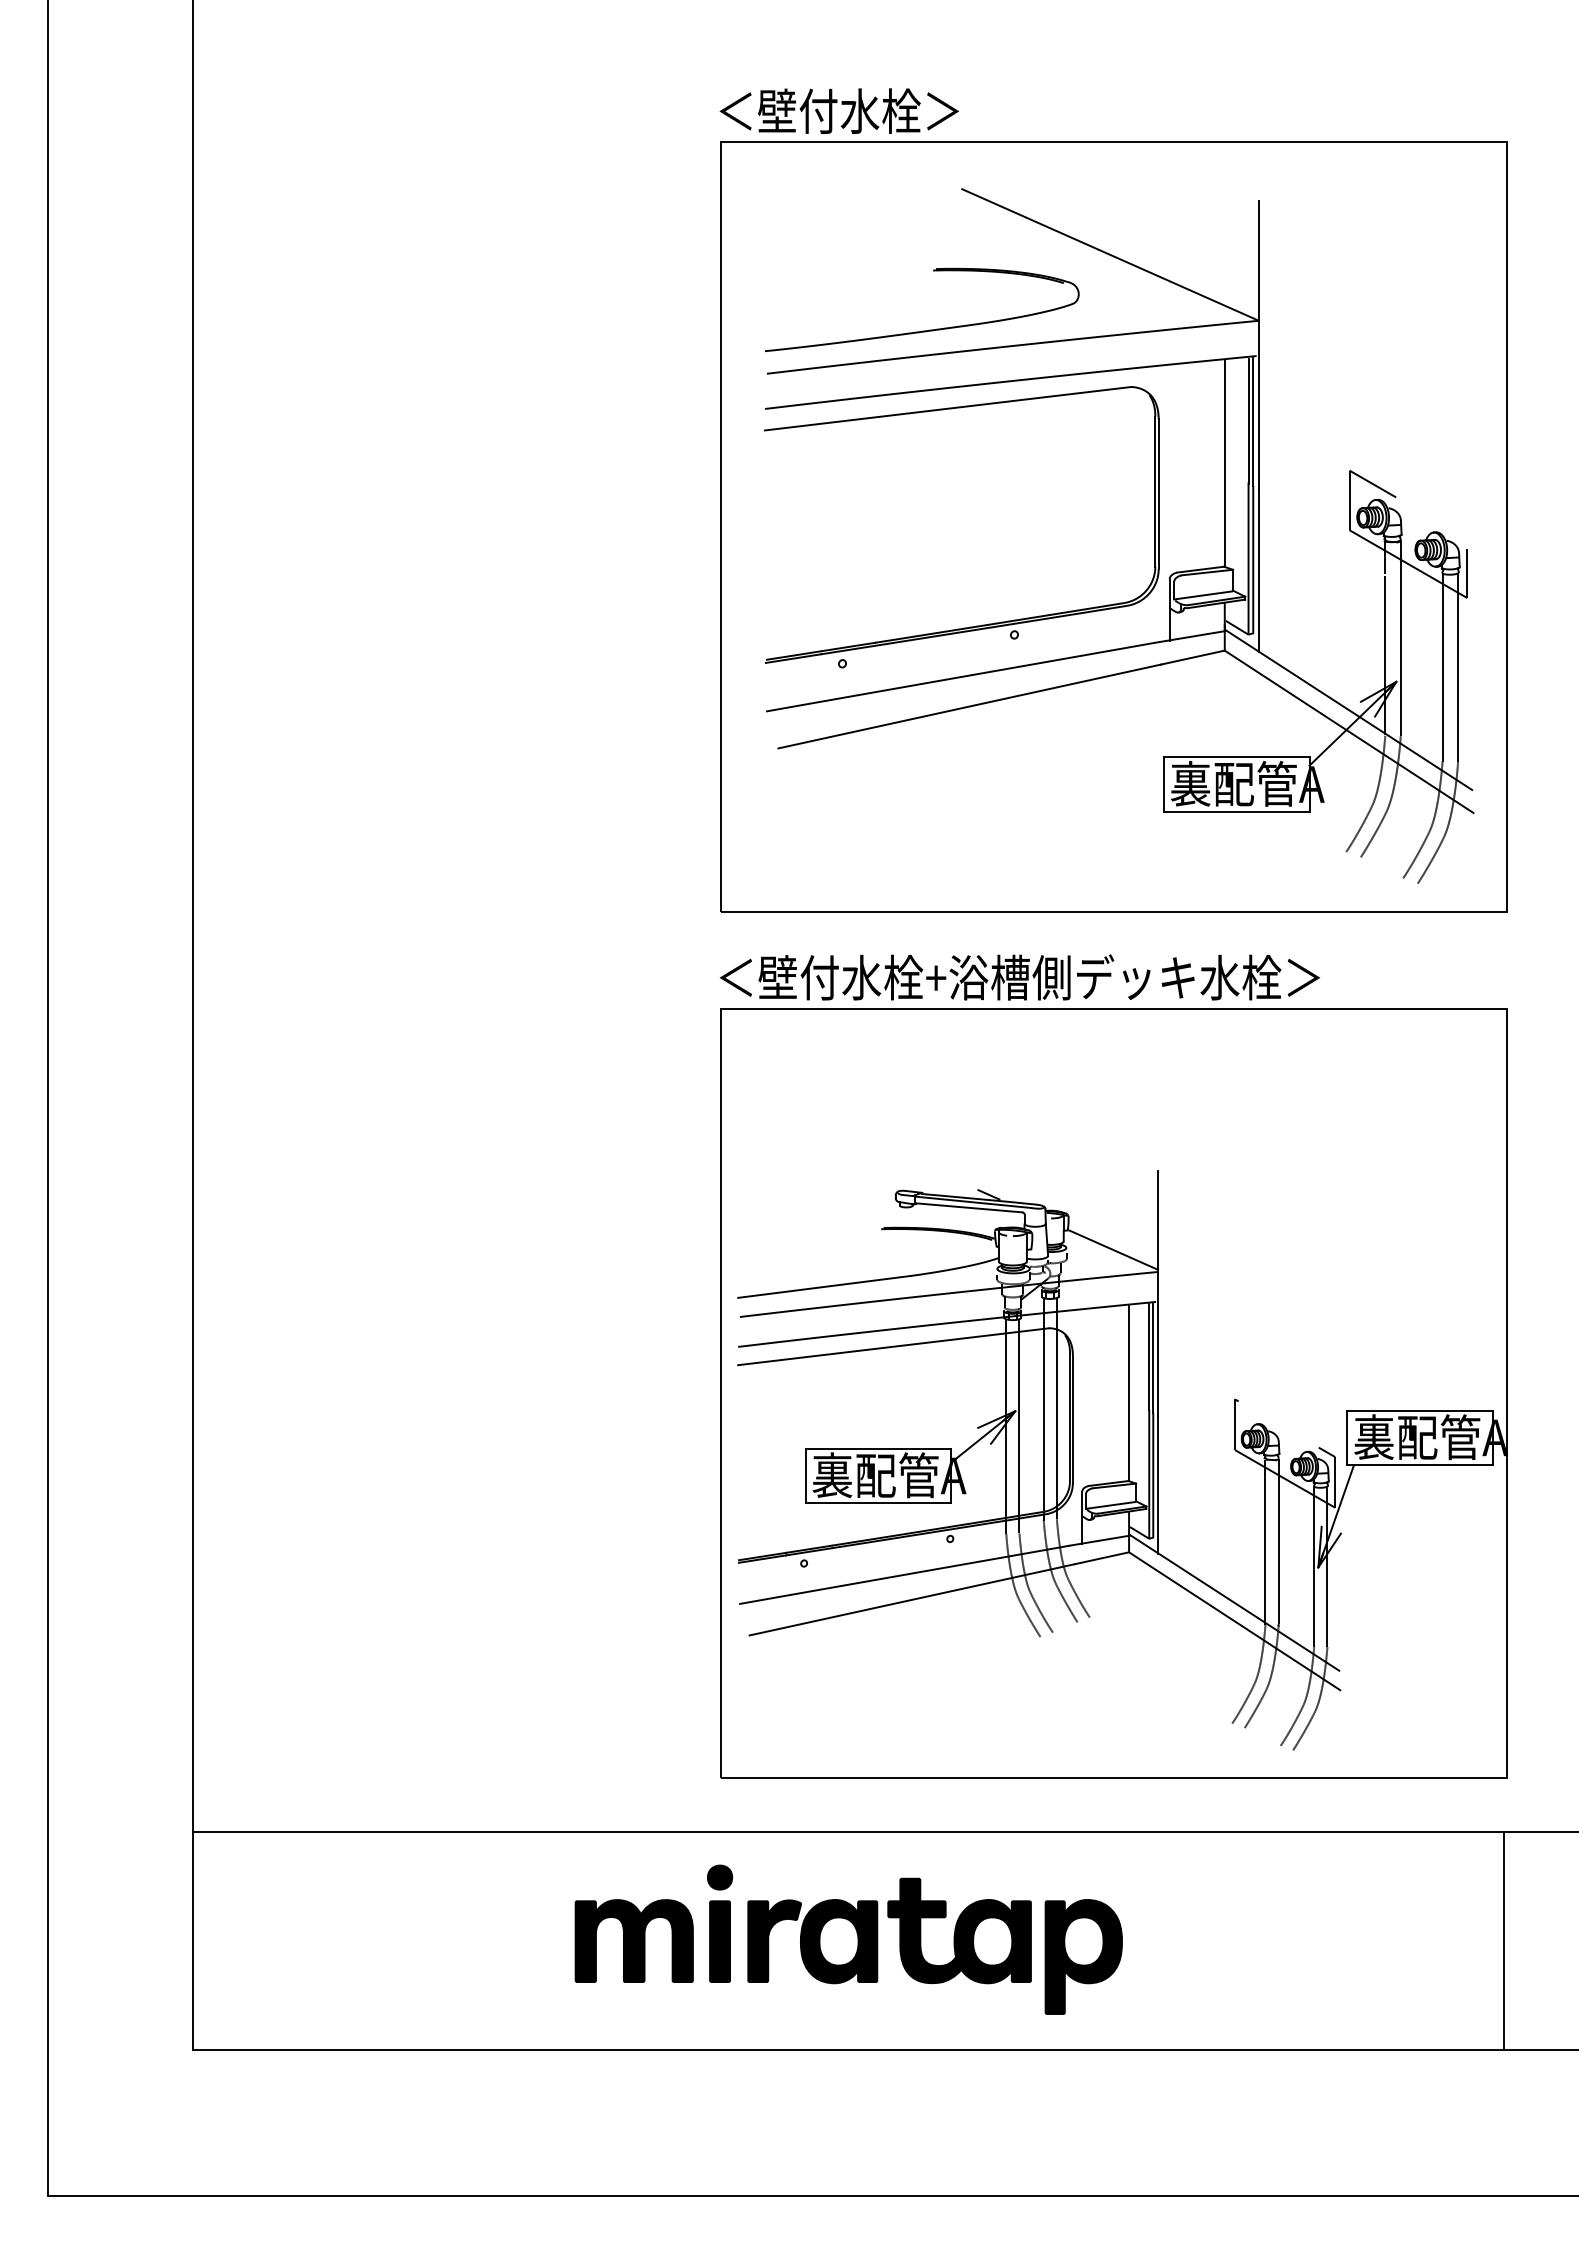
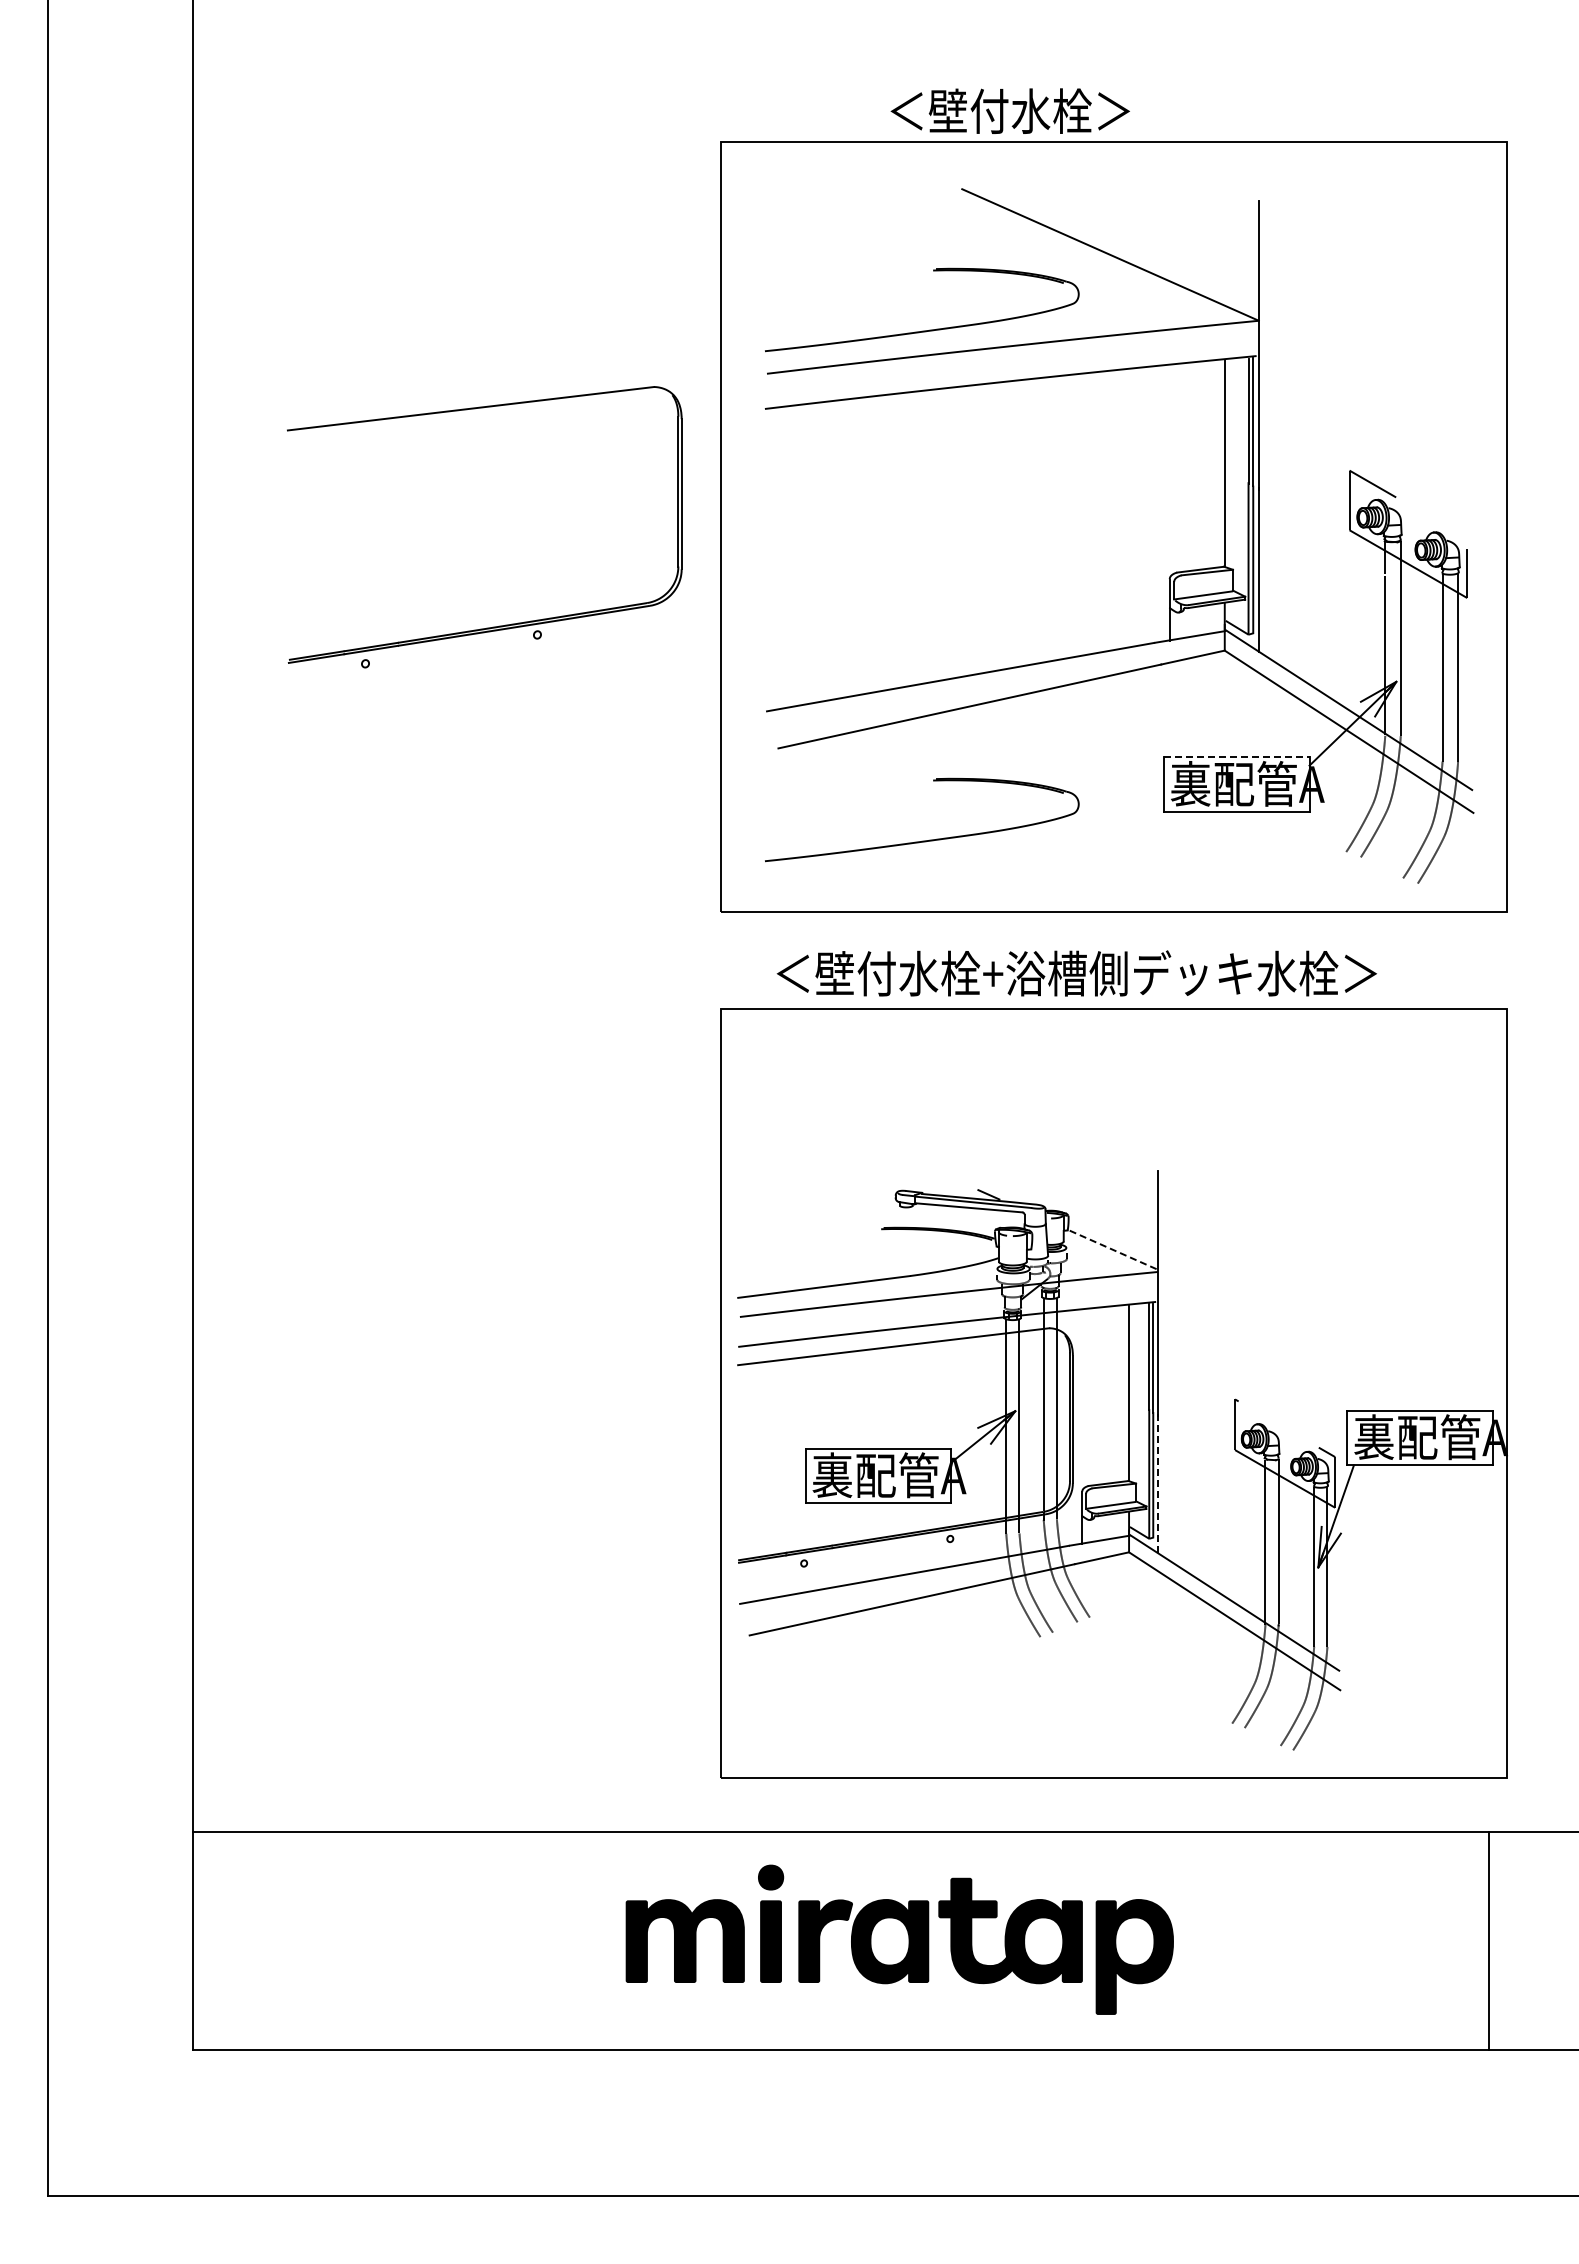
text at (838, 110) position: (838, 110) -> (1009, 110)
part at (976, 625) position: (976, 625) -> (499, 625)
line at (1236, 757): solid -> dashed
part at (922, 840): none -> present
text at (1019, 977) position: (1019, 977) -> (1076, 973)
line at (1114, 1250): solid -> dashed
line at (1158, 1483): solid -> dashed
part at (848, 1939) position: (848, 1939) -> (899, 1939)
line at (1504, 1940) position: (1504, 1940) -> (1489, 1940)
